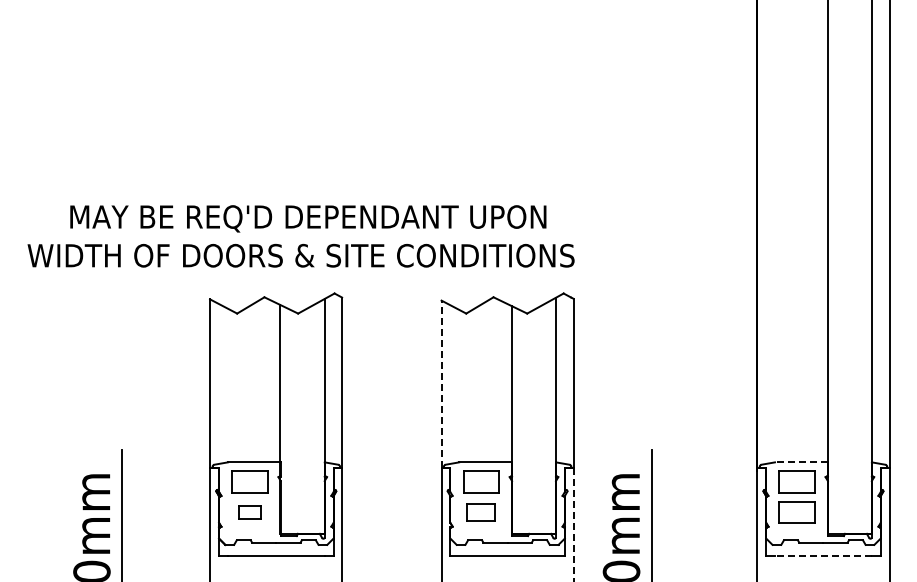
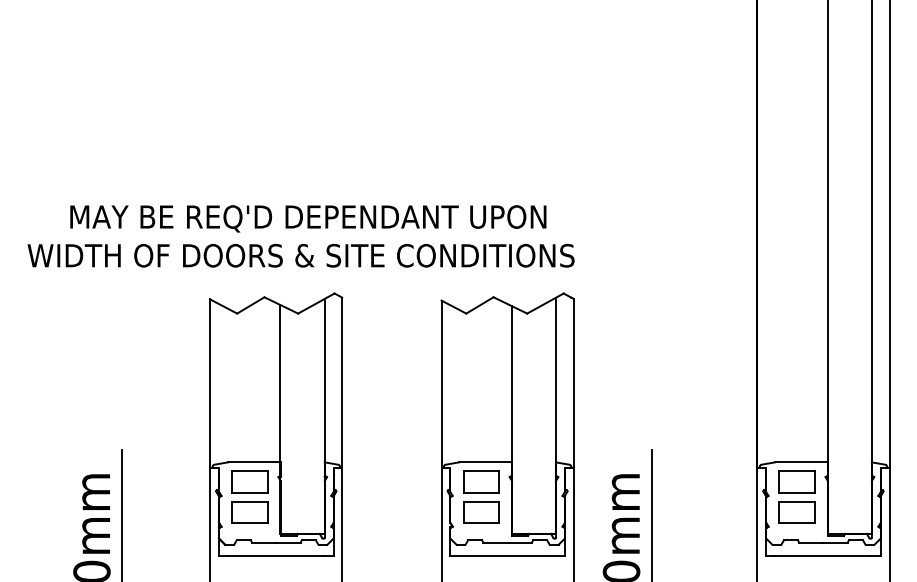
line at (441, 384): dashed -> solid
line at (800, 462): dashed -> solid
part at (249, 512) size: 24x15 px -> 38x23 px
part at (480, 512) size: 30x19 px -> 37x23 px
line at (573, 524): dashed -> solid
line at (822, 555): dashed -> solid
